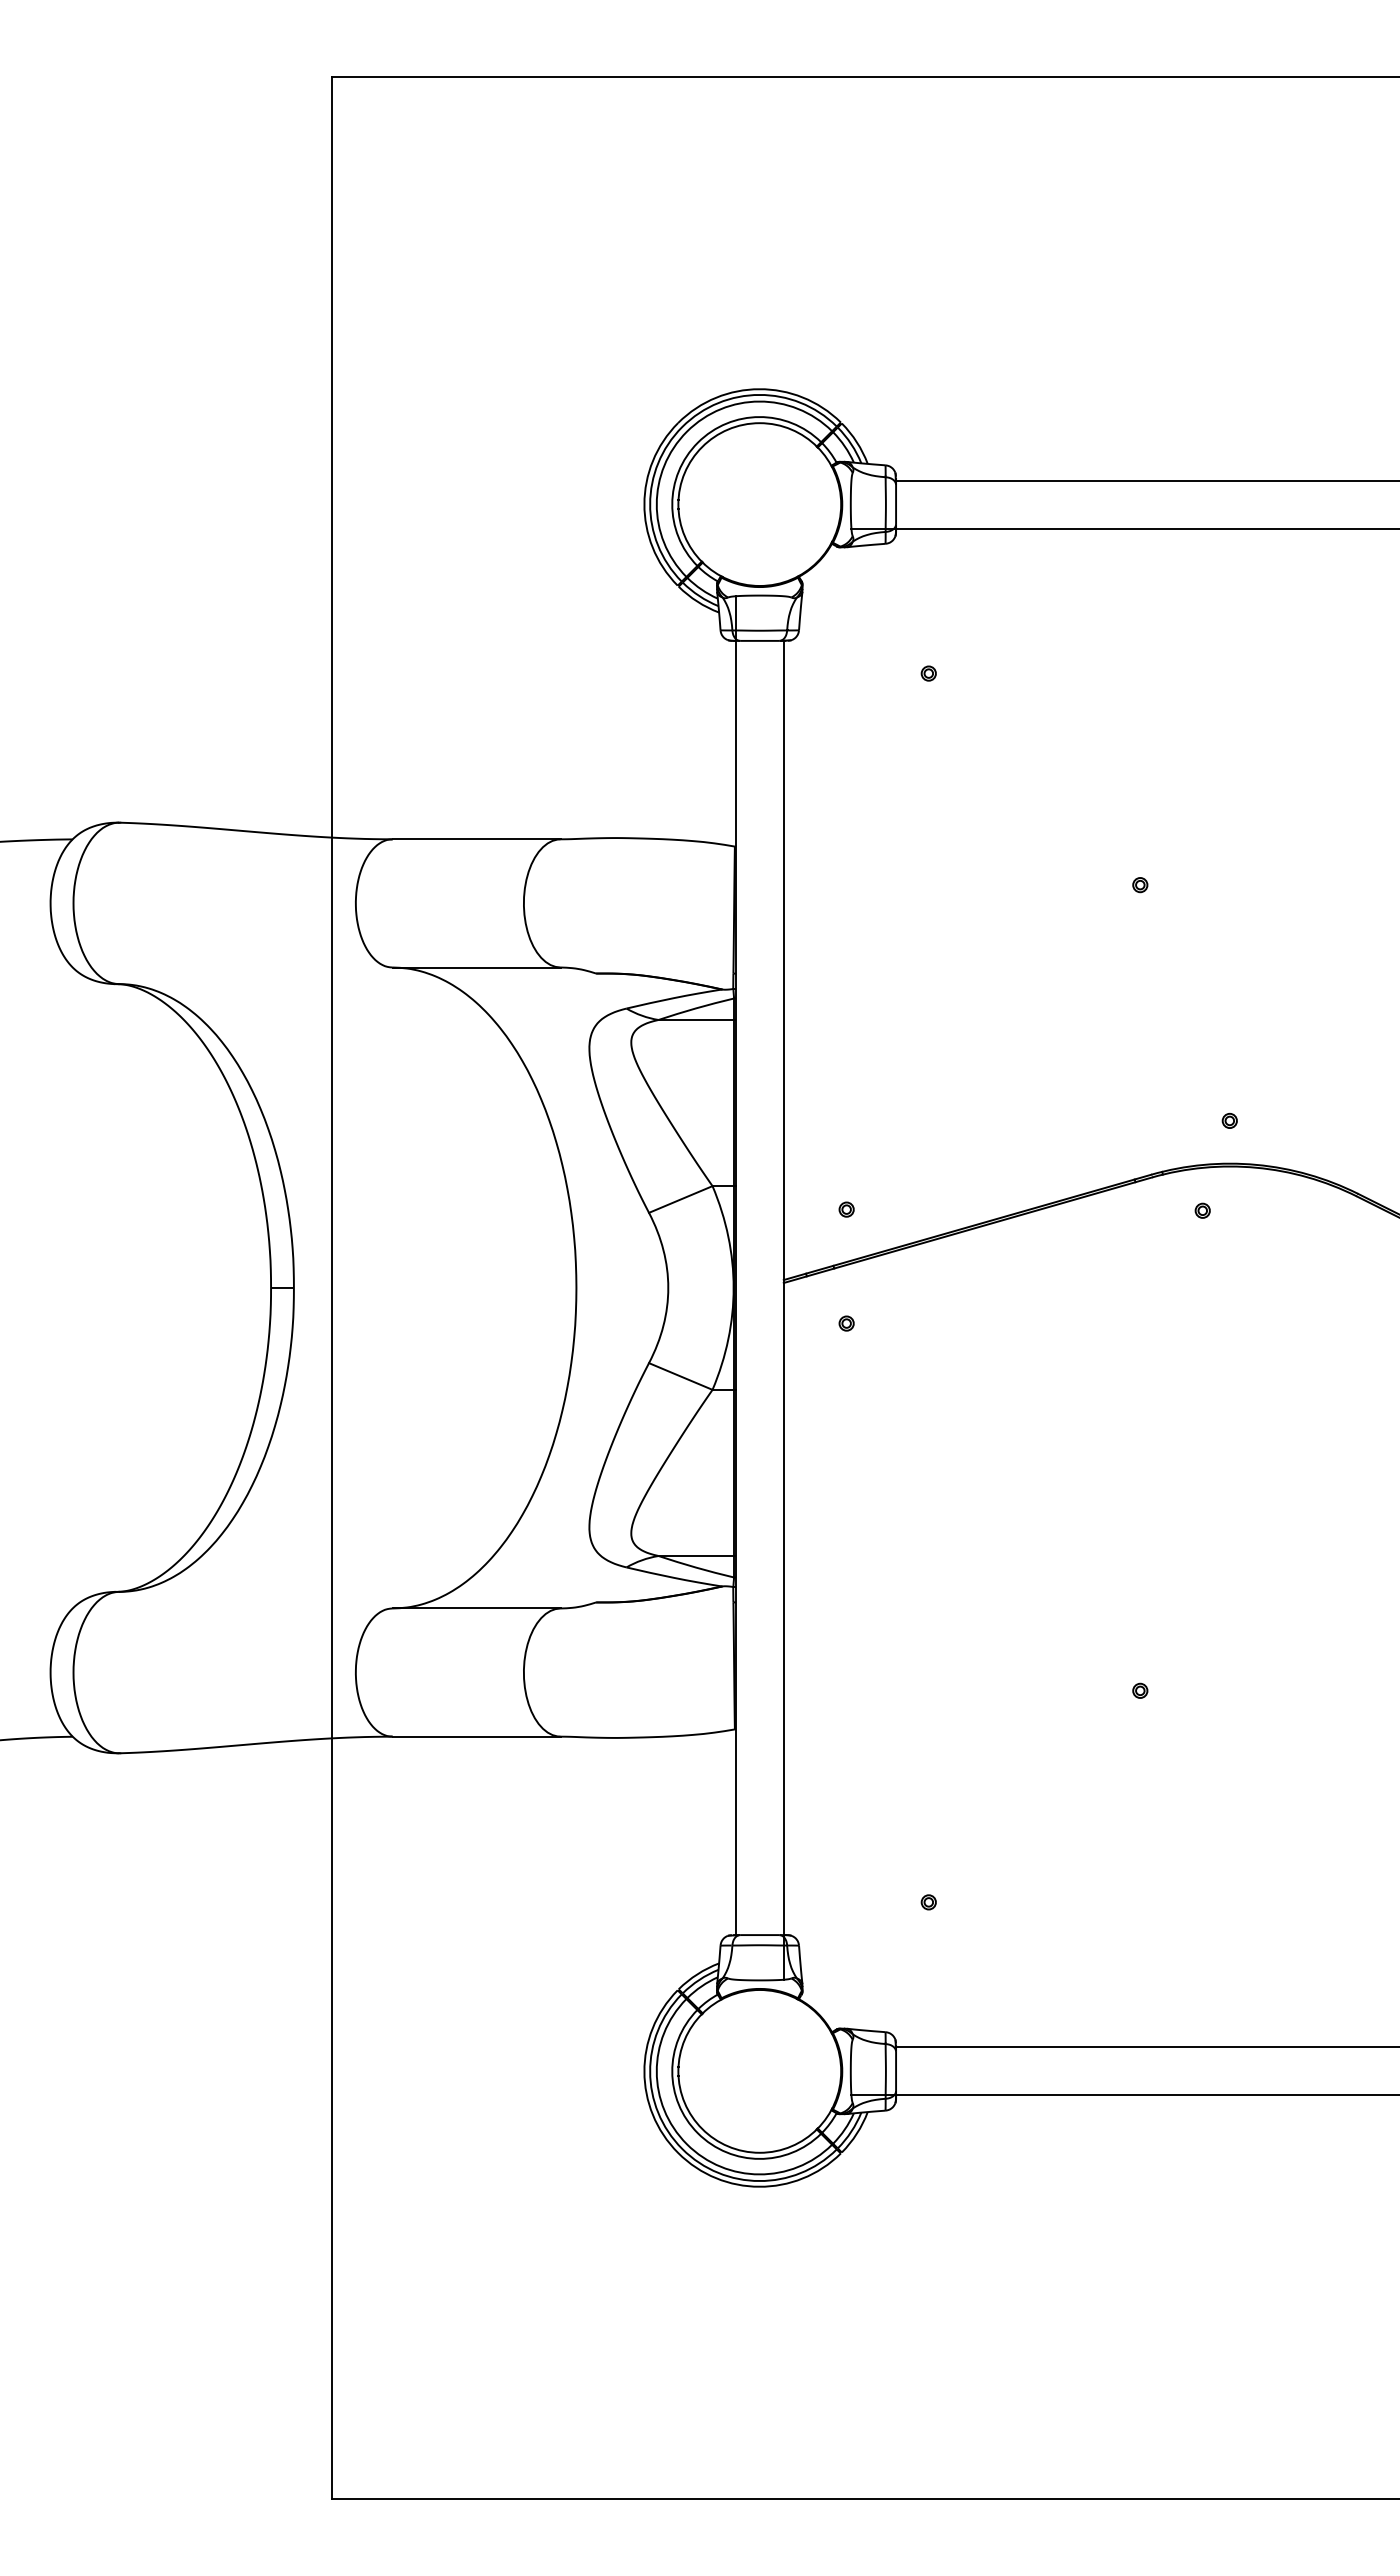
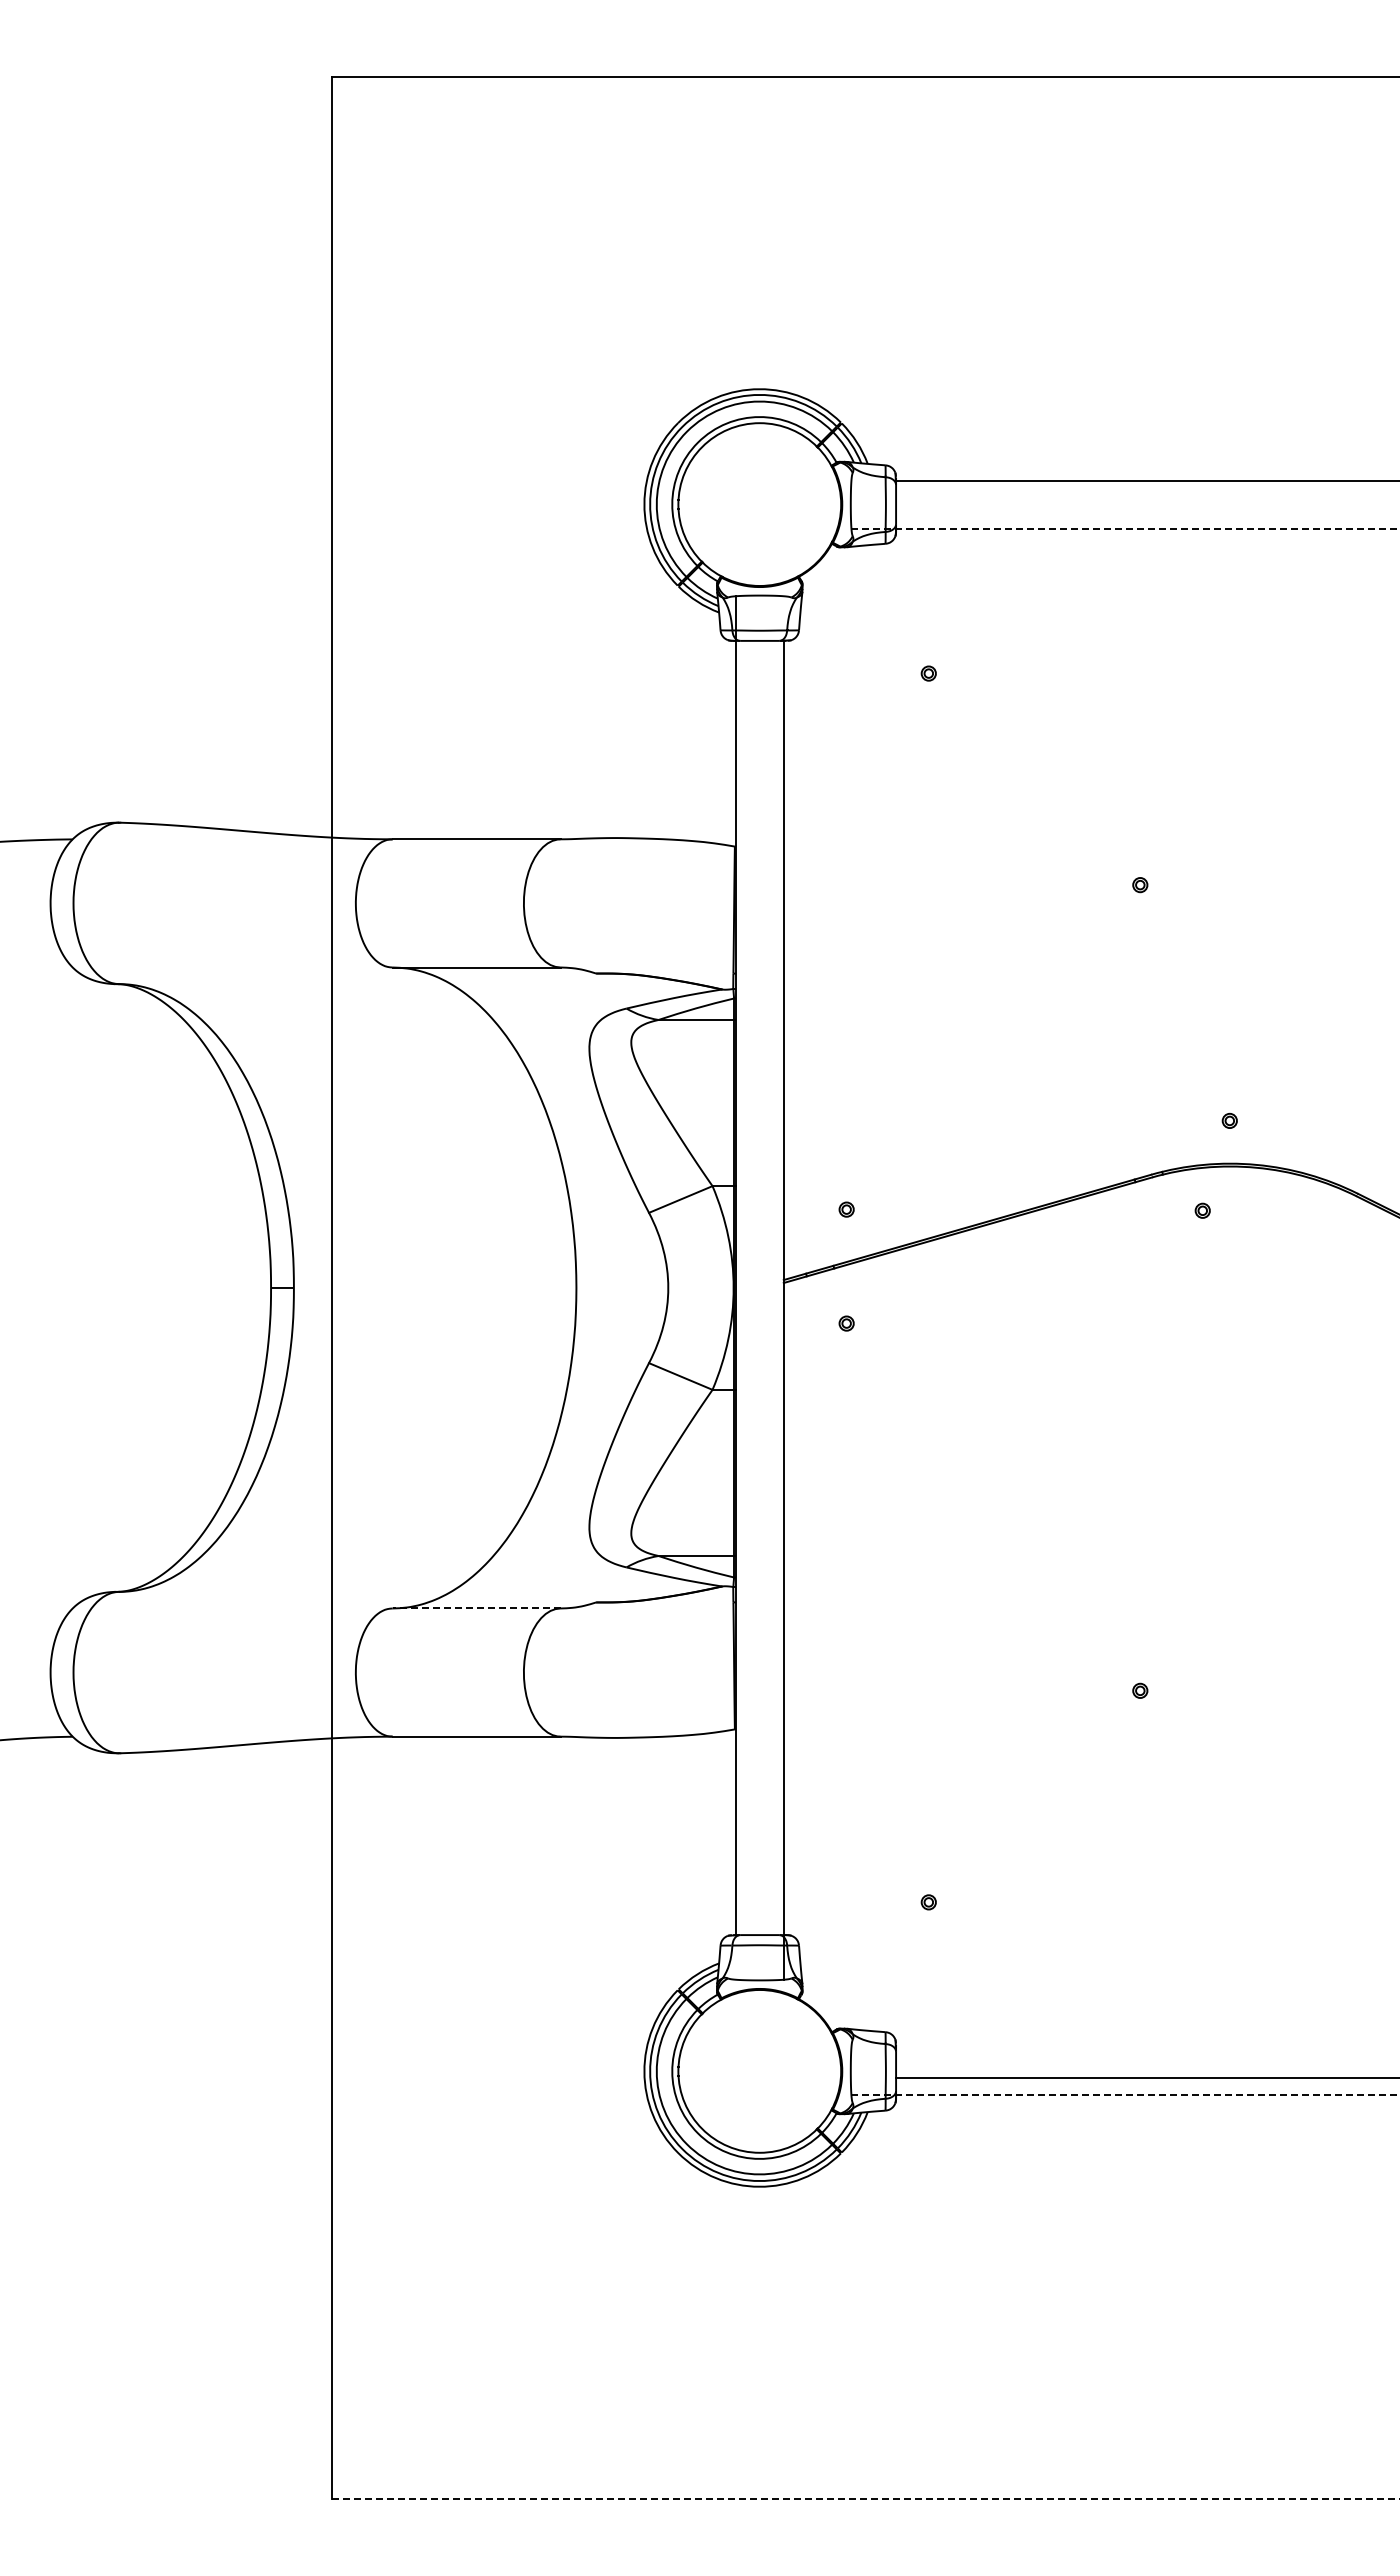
line at (1125, 528): solid -> dashed
line at (476, 1608): solid -> dashed
line at (1146, 2047) position: (1146, 2047) -> (1146, 2078)
line at (1125, 2095): solid -> dashed
line at (866, 2498): solid -> dashed
